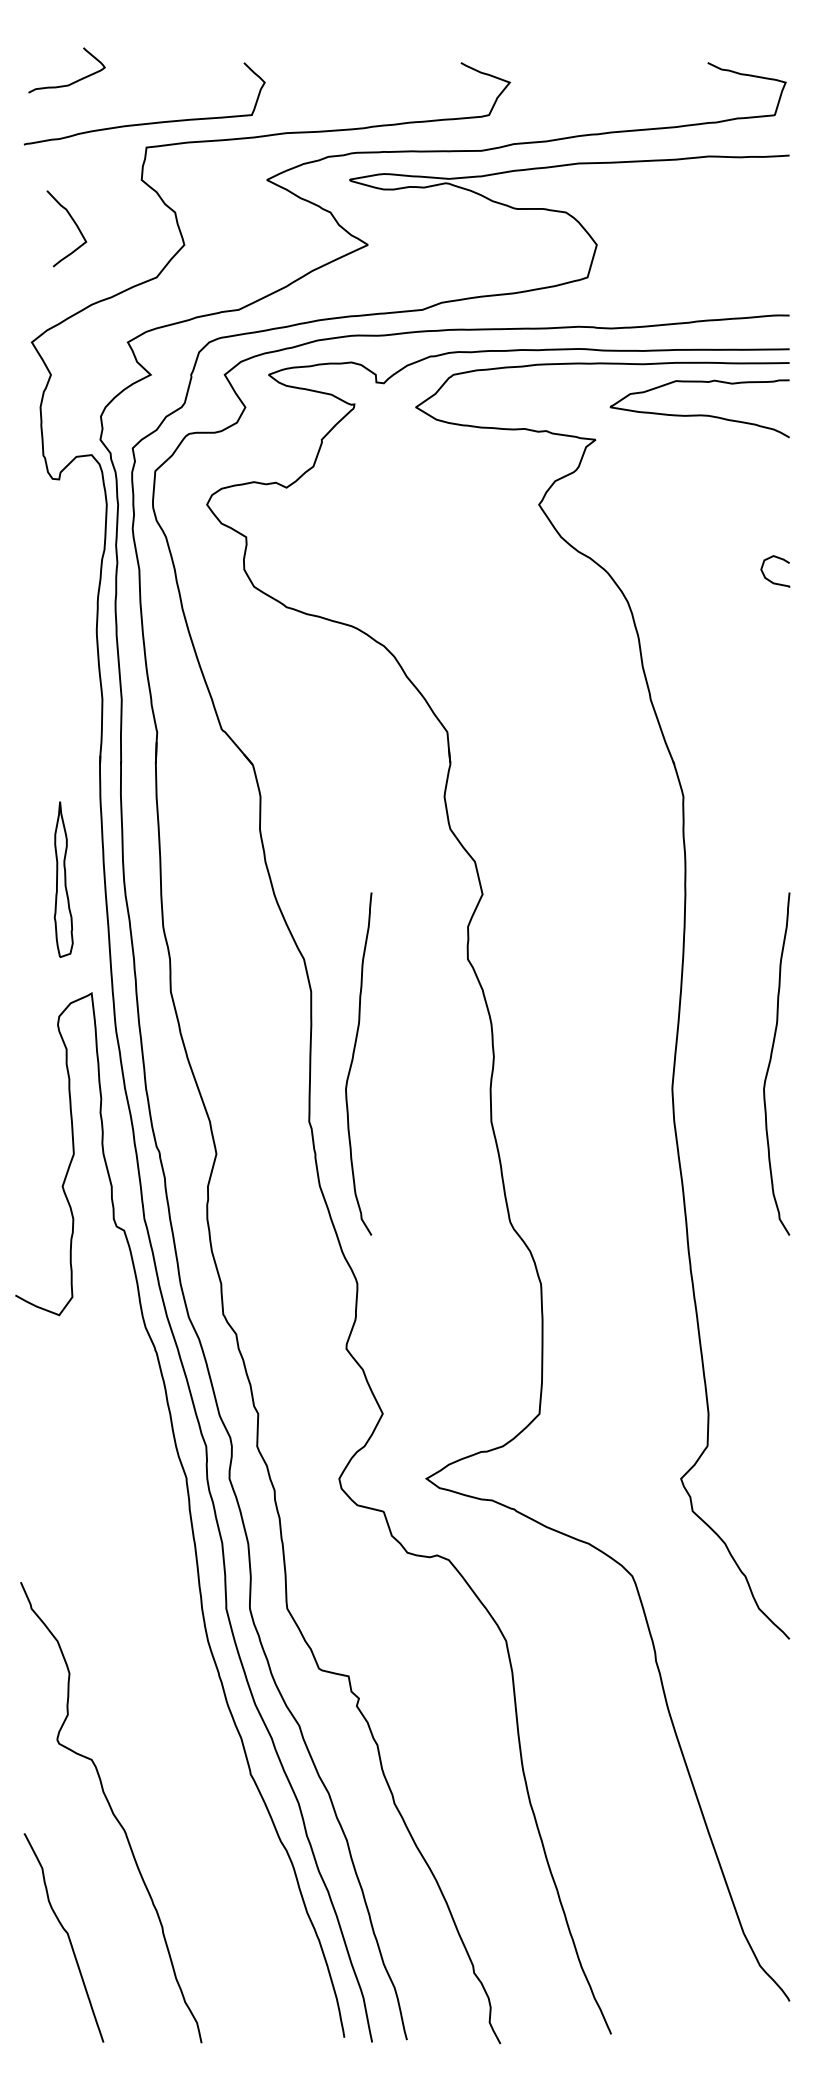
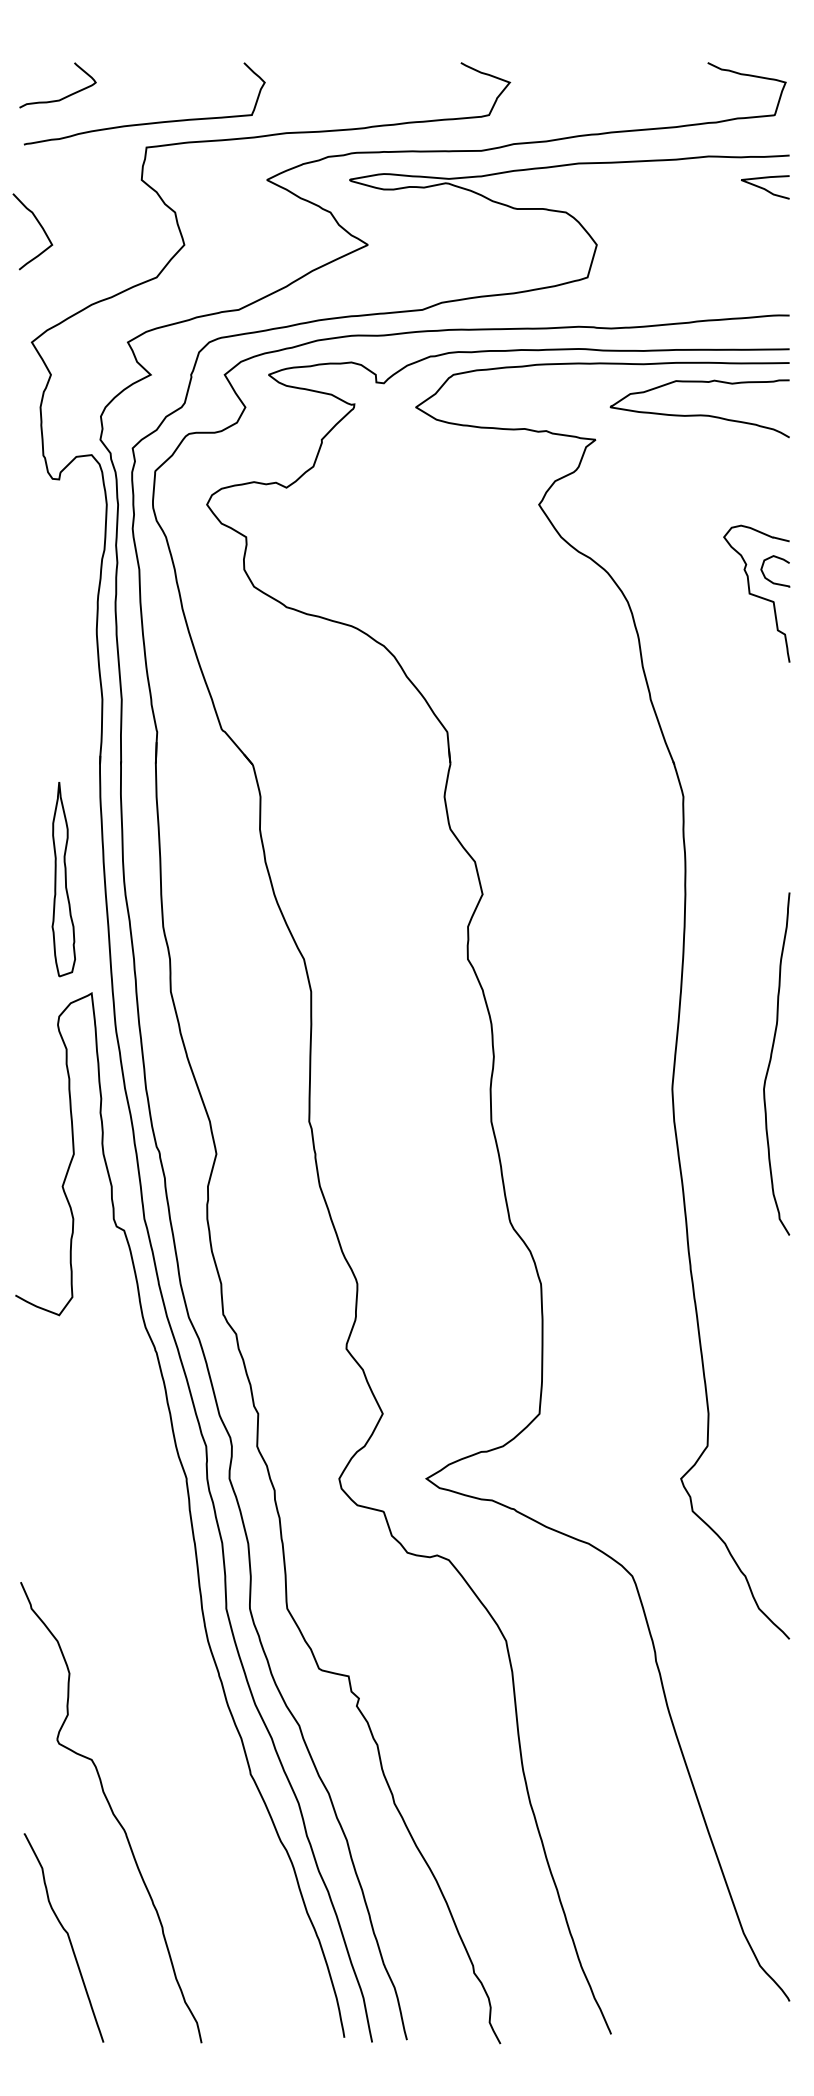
curve at (69, 83) position: (69, 83) -> (60, 98)
curve at (765, 188): none -> present
curve at (73, 222) position: (73, 222) -> (39, 225)
curve at (755, 594): none -> present
part at (63, 879) size: 21x157 px -> 25x196 px
curve at (353, 1060): present -> none
